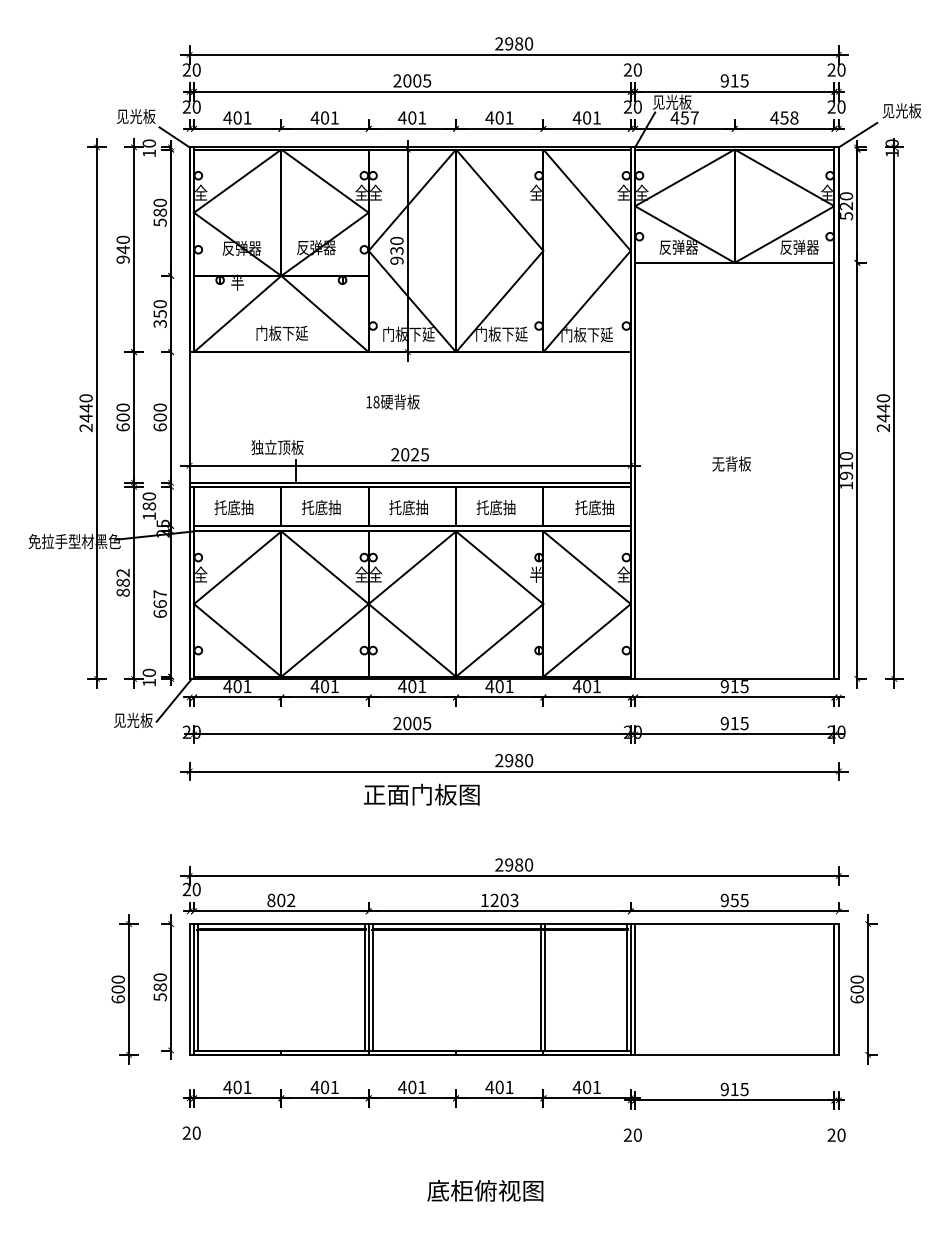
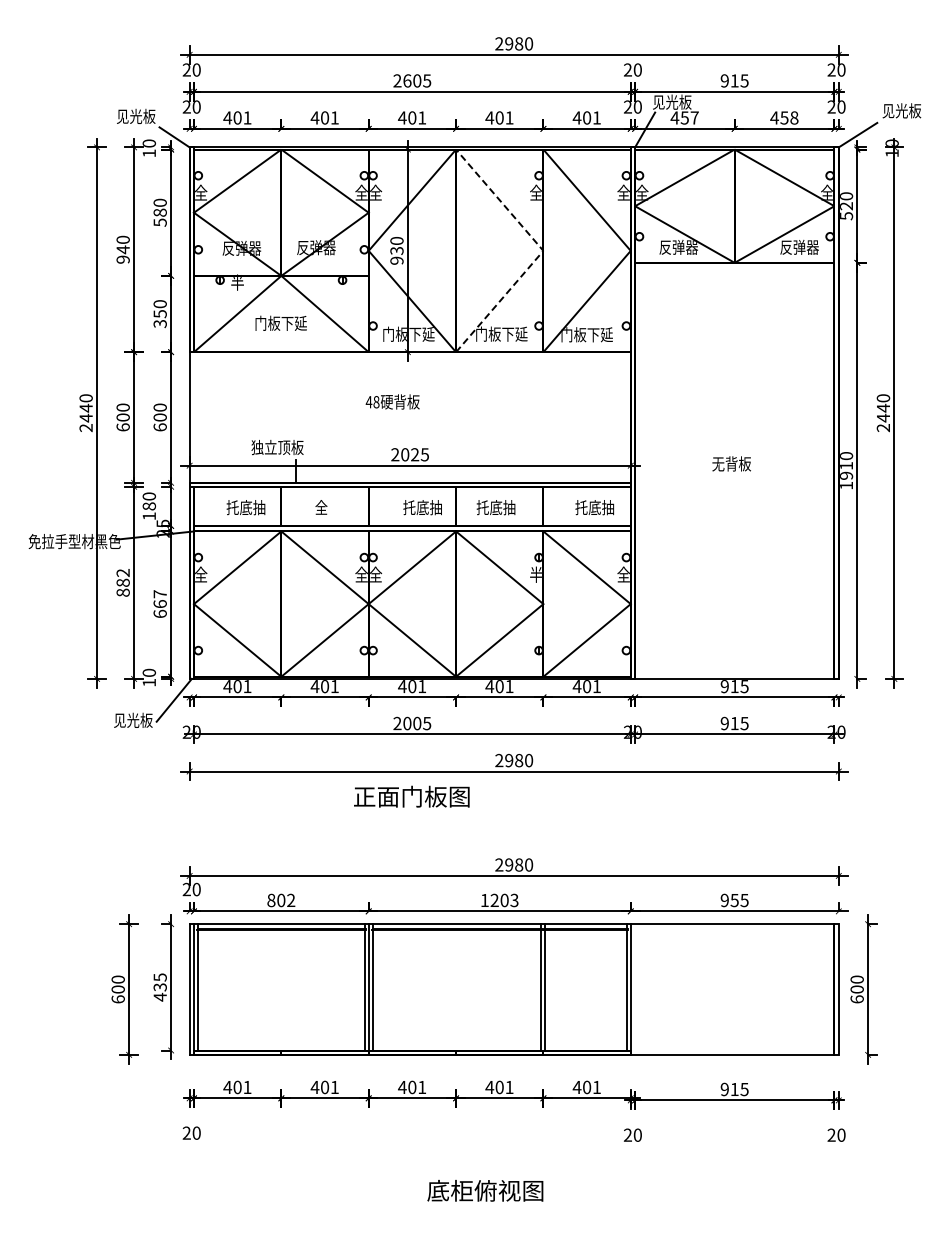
text at (407, 80): 2005 -> 2605
line at (543, 250): solid -> dashed
text at (281, 332) position: (281, 332) -> (280, 322)
text at (368, 402): 18 -> 48
text at (233, 507) position: (233, 507) -> (245, 507)
text at (321, 507): 托底抽 -> 全
text at (408, 507) position: (408, 507) -> (422, 507)
text at (421, 794) position: (421, 794) -> (411, 796)
text at (159, 987): 580 -> 435
line at (635, 989): present -> none
